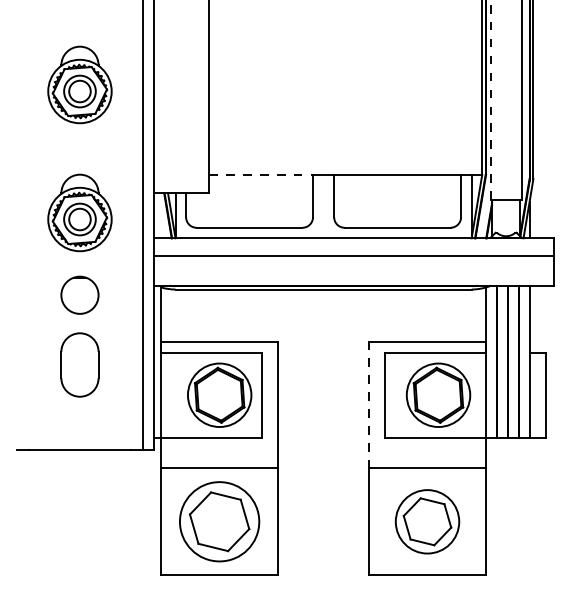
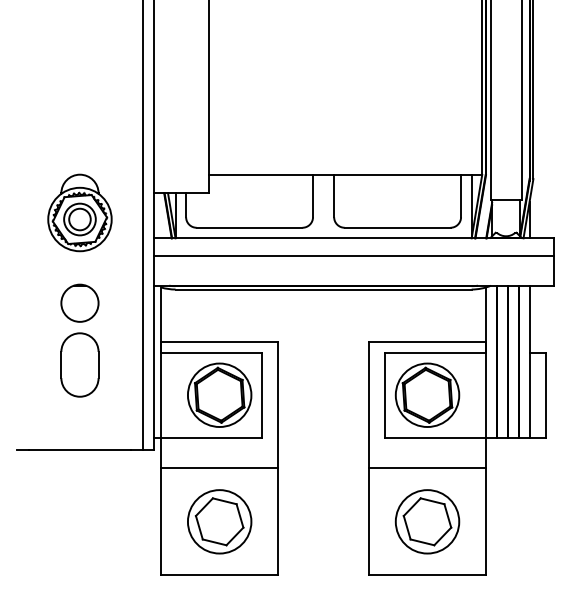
part at (79, 84): present -> none
line at (490, 99): dashed -> solid
line at (261, 174): dashed -> solid
circle at (79, 294) position: (79, 294) -> (79, 302)
part at (438, 394) position: (438, 394) -> (427, 394)
line at (369, 404): dashed -> solid
part at (219, 521) size: 82x82 px -> 66x66 px
